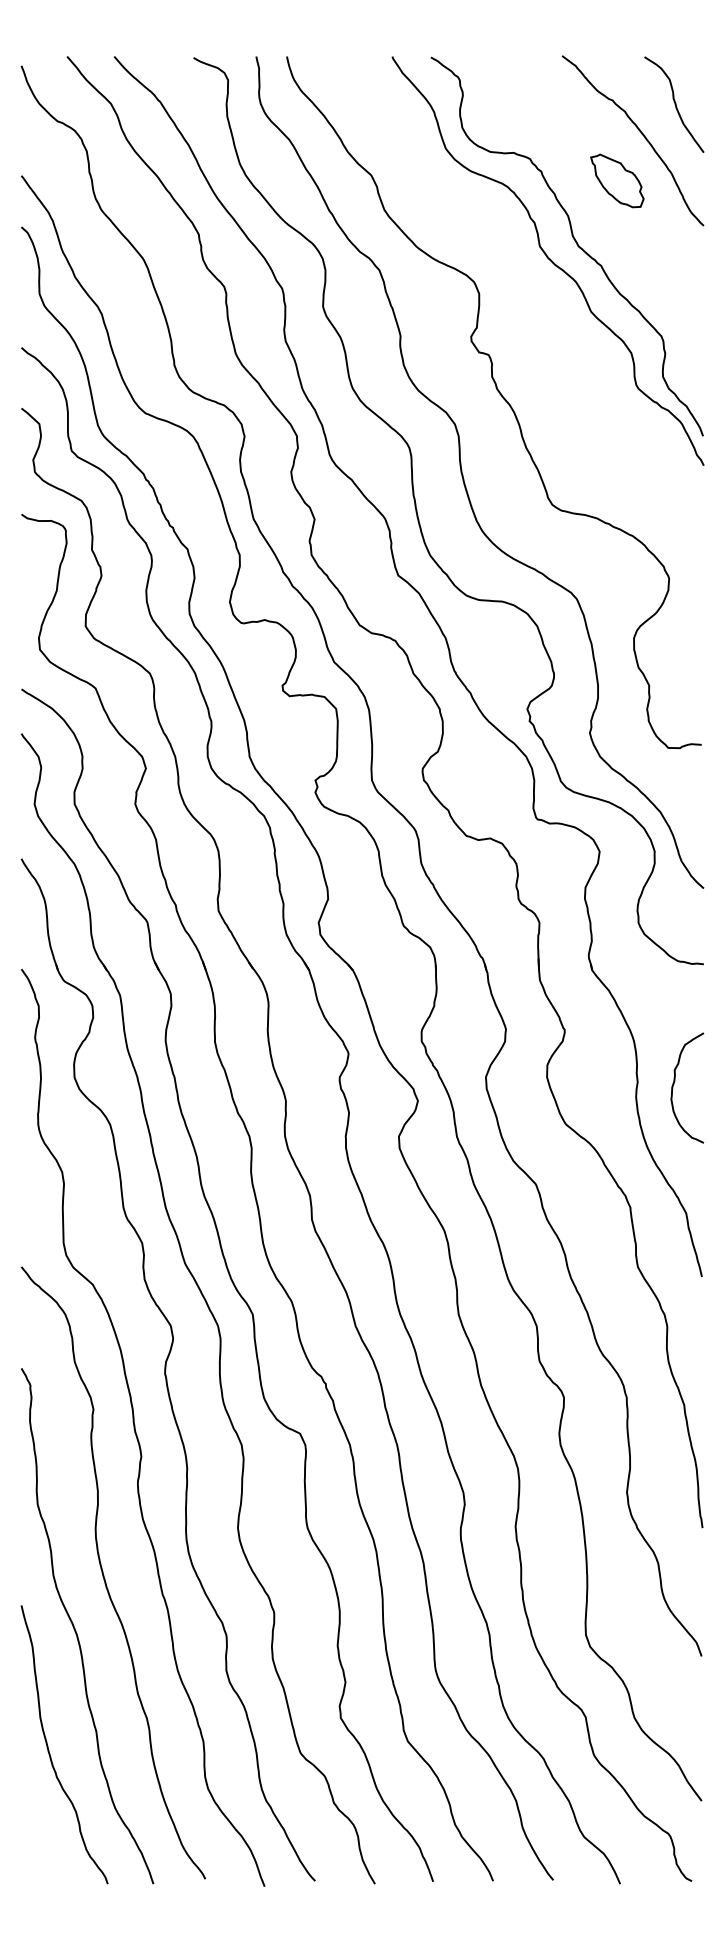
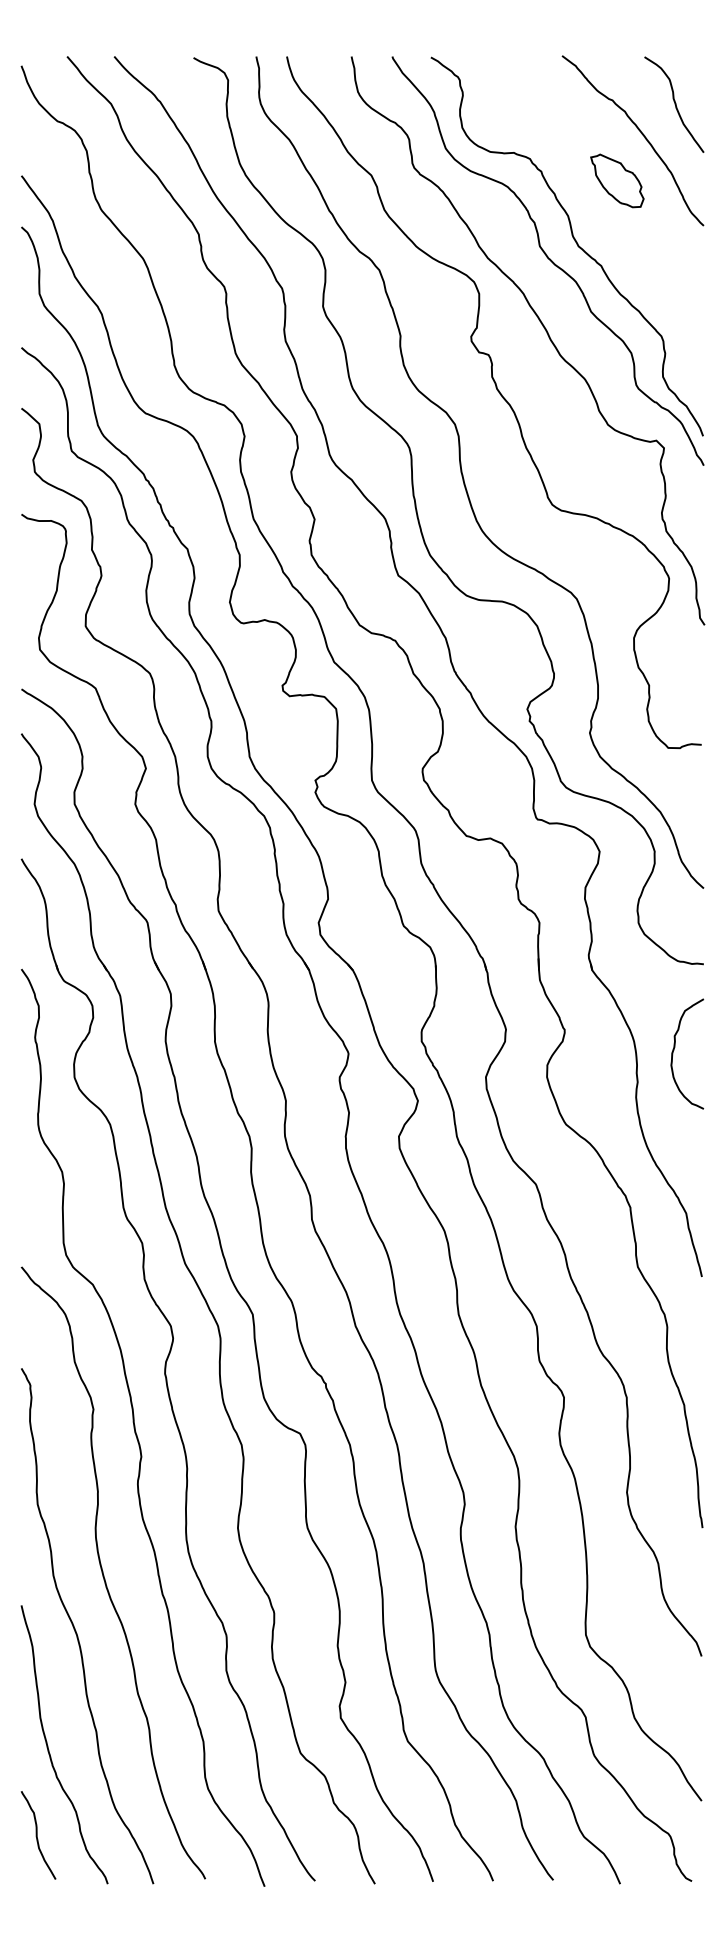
curve at (545, 331): none -> present
curve at (674, 1084) position: (674, 1084) -> (674, 1050)
curve at (37, 1835): none -> present
